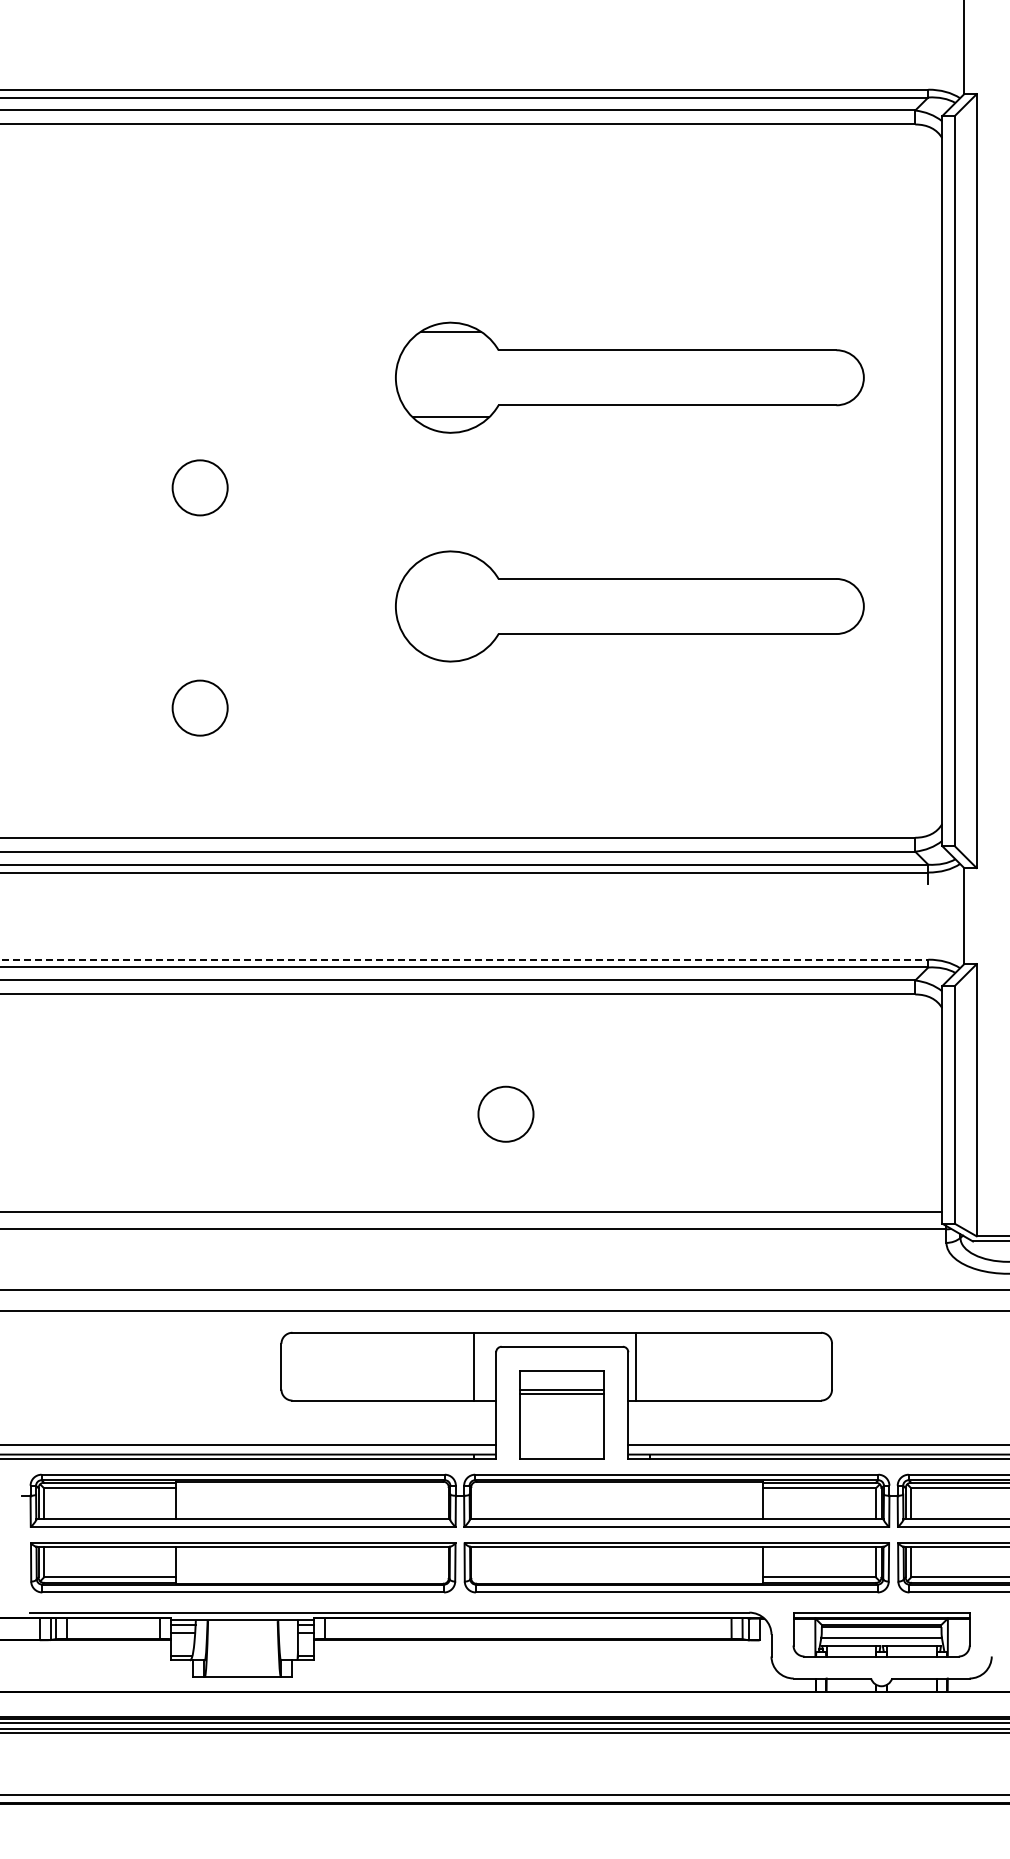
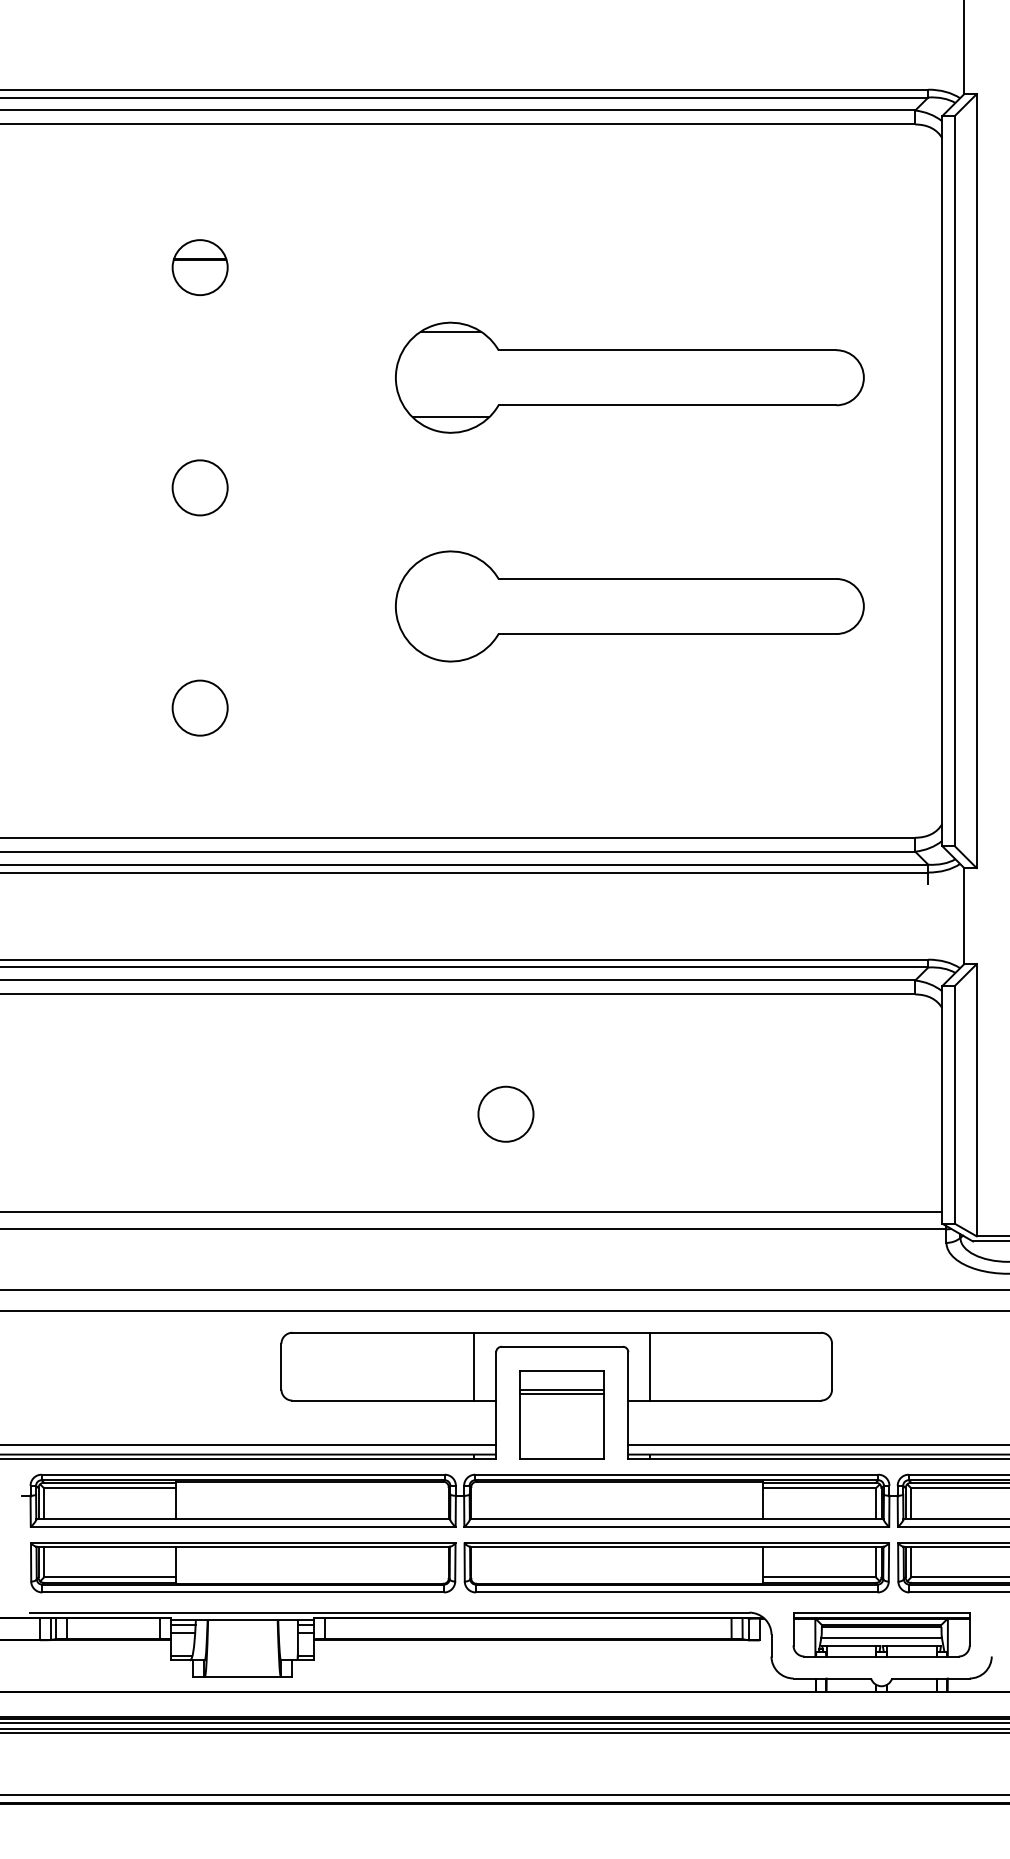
part at (199, 267): none -> present
line at (464, 959): dashed -> solid
line at (636, 1366) position: (636, 1366) -> (650, 1366)
